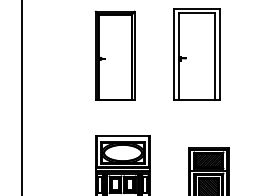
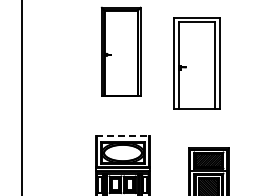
part at (196, 54) position: (196, 54) -> (196, 63)
part at (114, 55) position: (114, 55) -> (120, 51)
line at (122, 136): solid -> dashed
